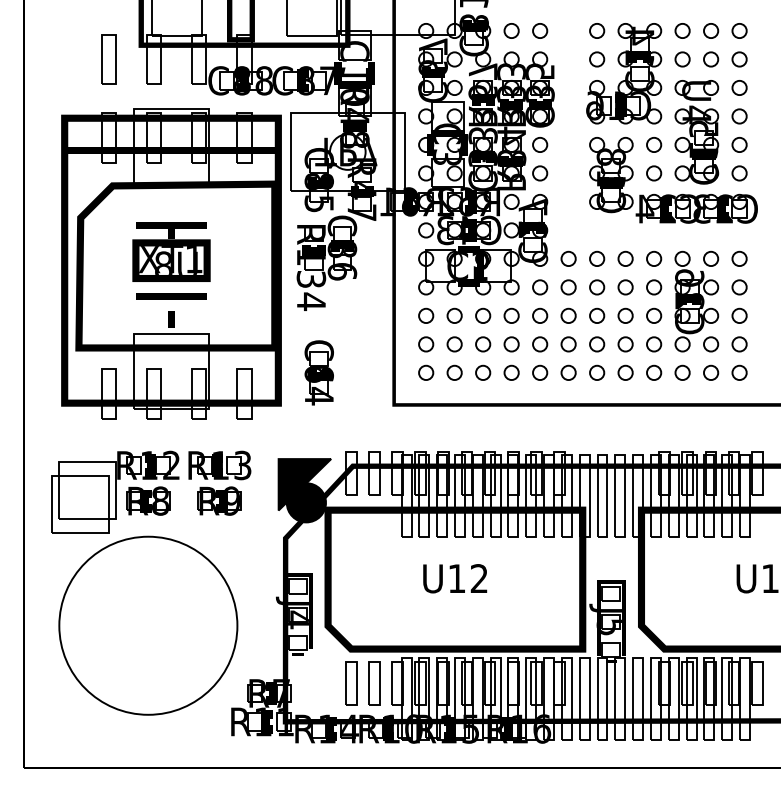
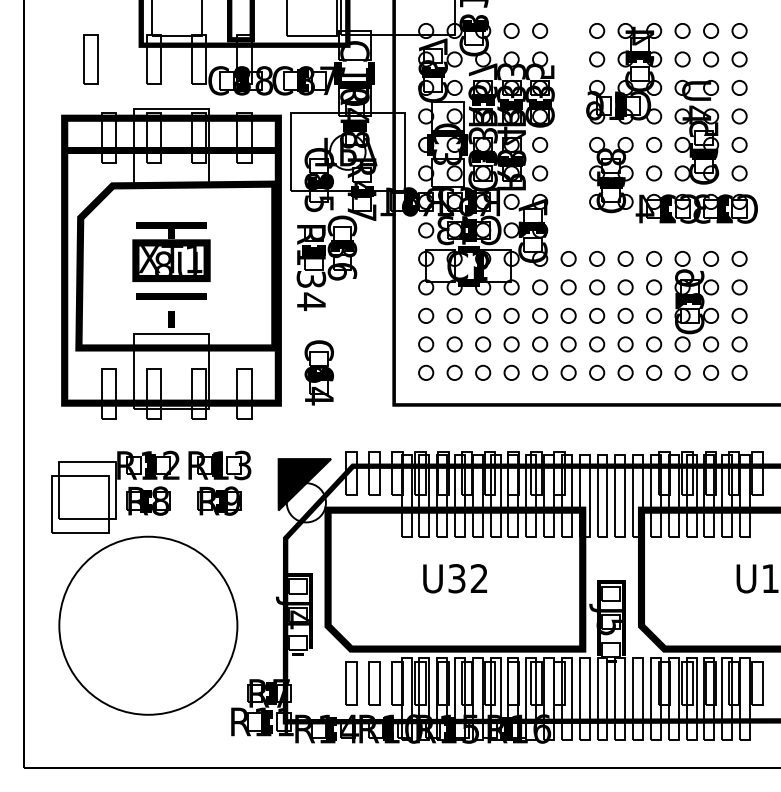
part at (108, 59) position: (108, 59) -> (90, 59)
fill at (305, 502): present -> none
text at (456, 578): U12 -> U32
